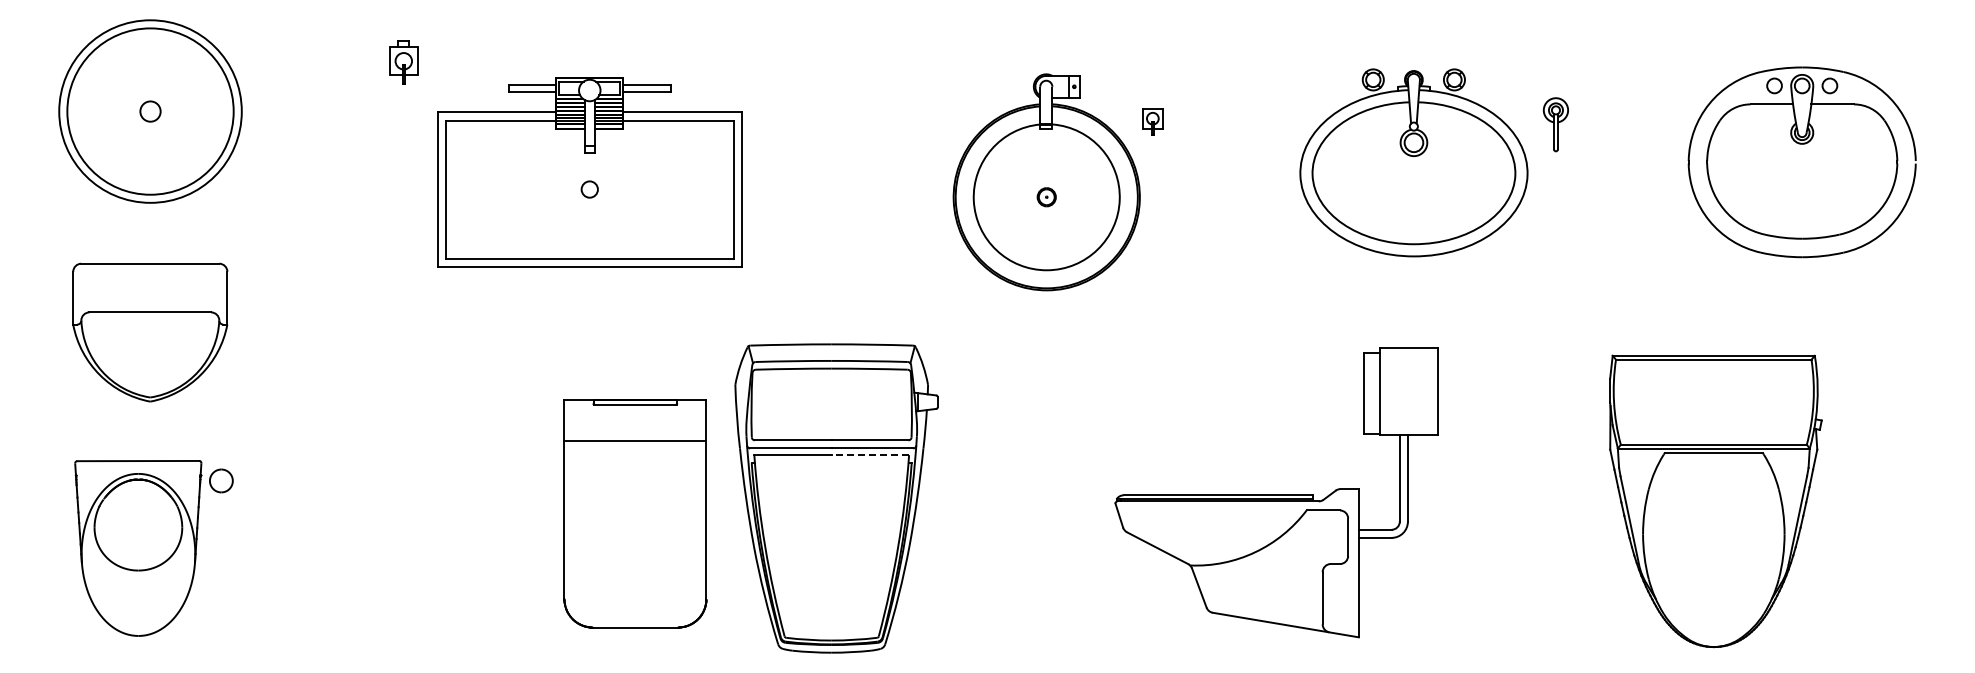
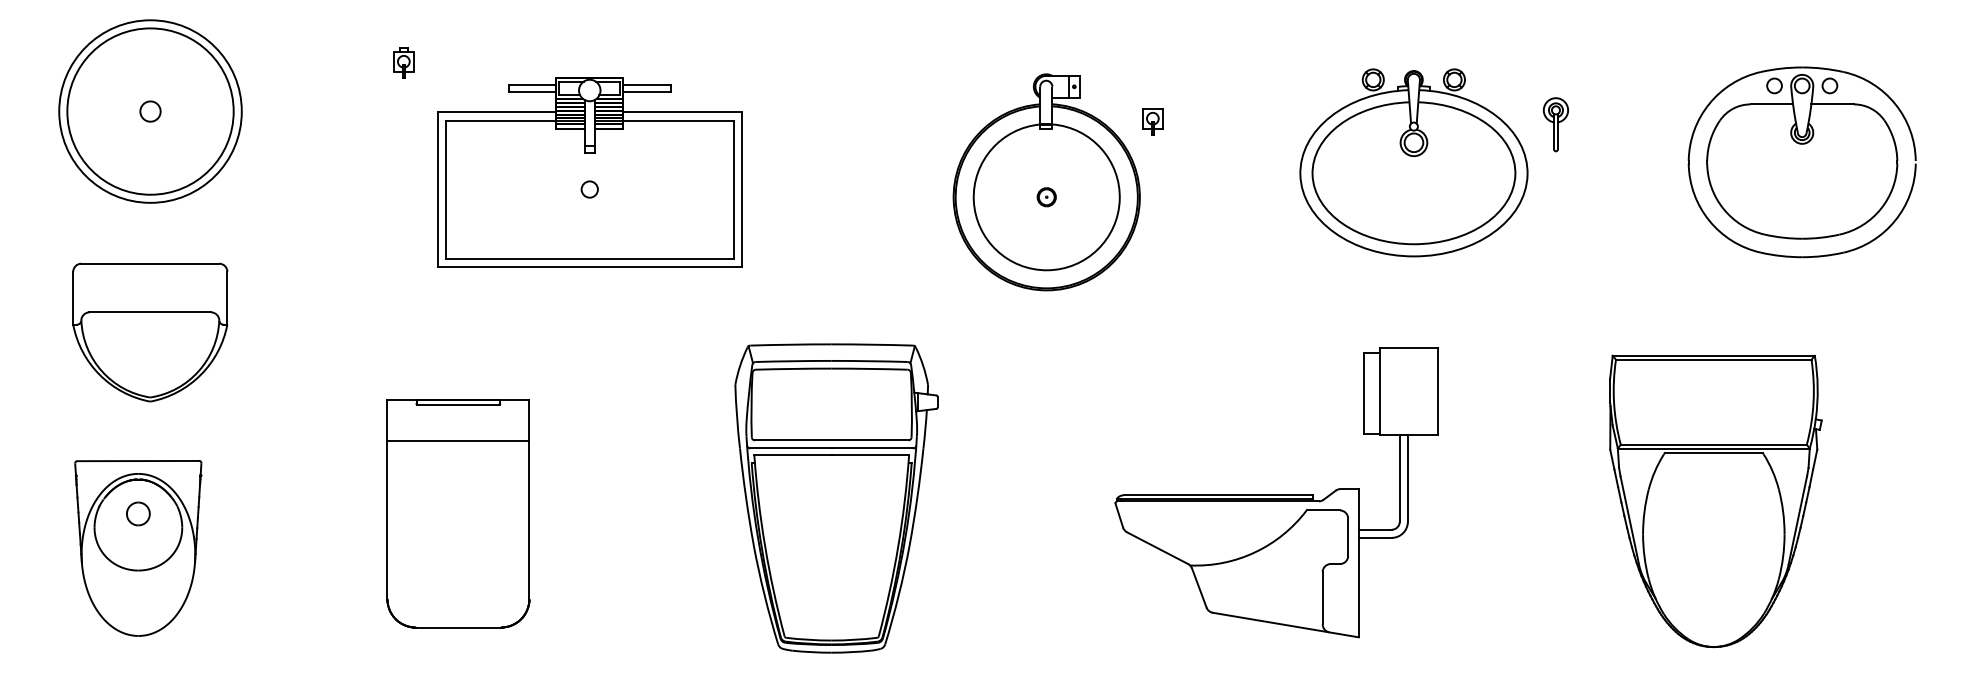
part at (403, 62) size: 30x45 px -> 22x32 px
line at (870, 455): dashed -> solid
part at (221, 480) position: (221, 480) -> (138, 513)
part at (635, 513) position: (635, 513) -> (458, 513)
